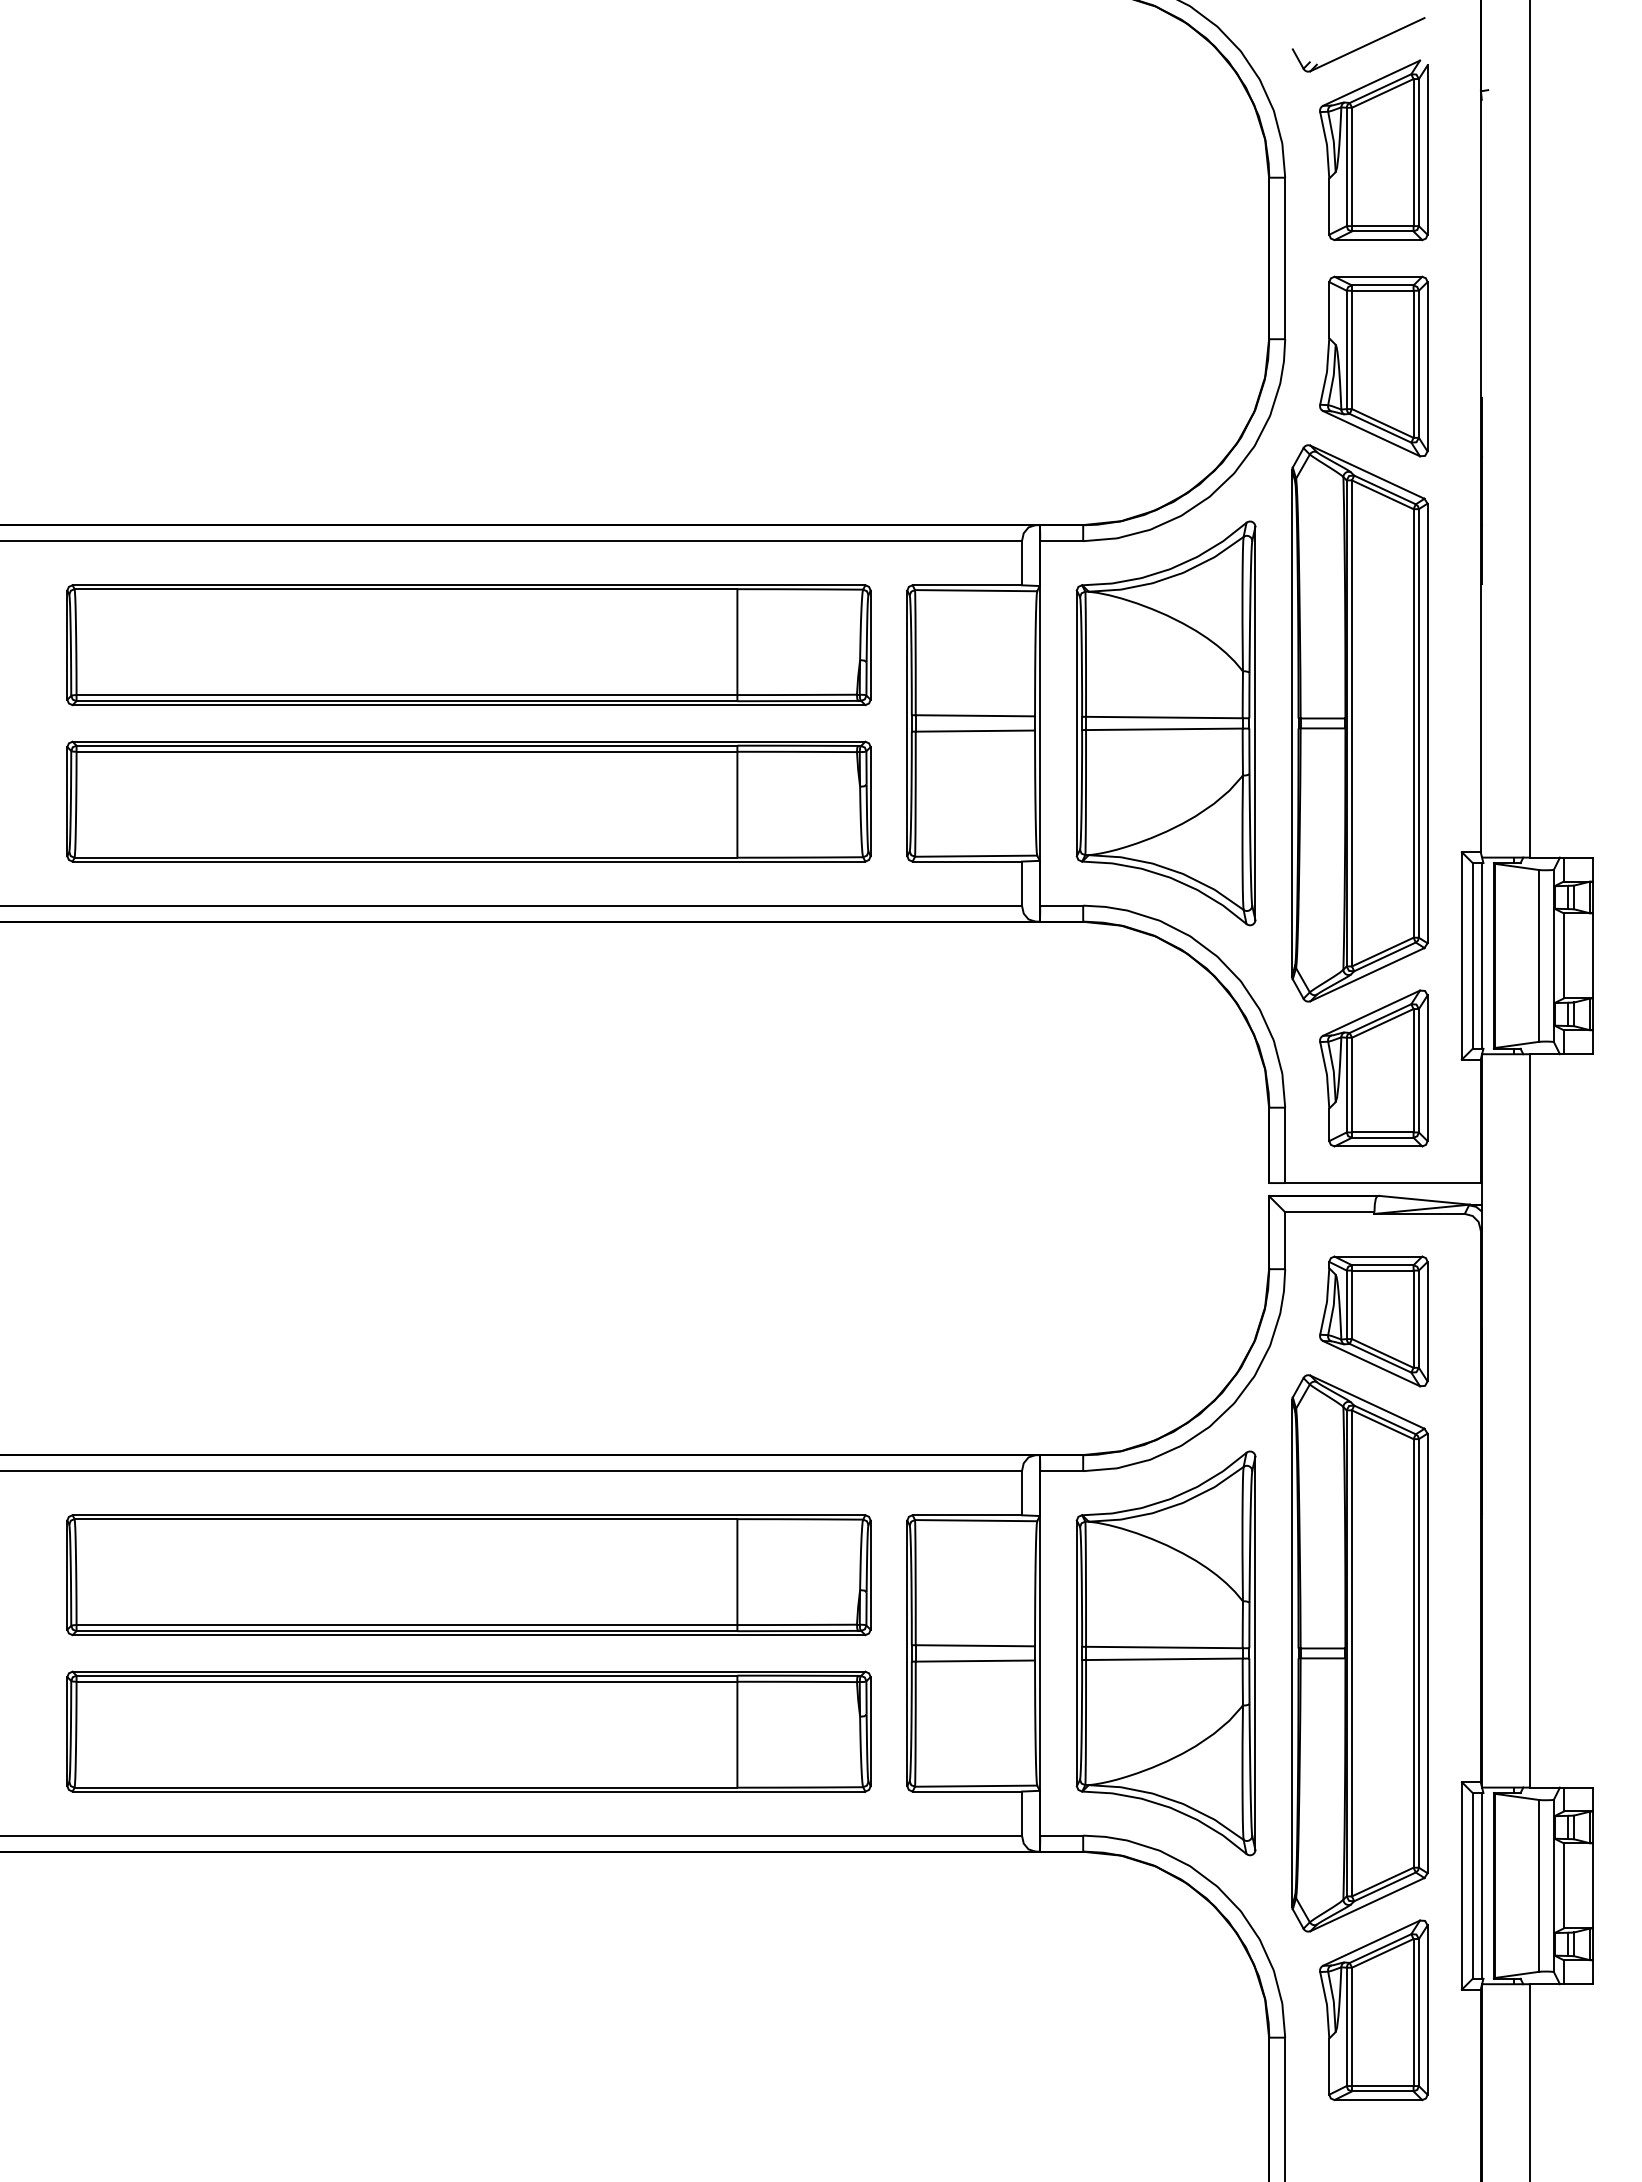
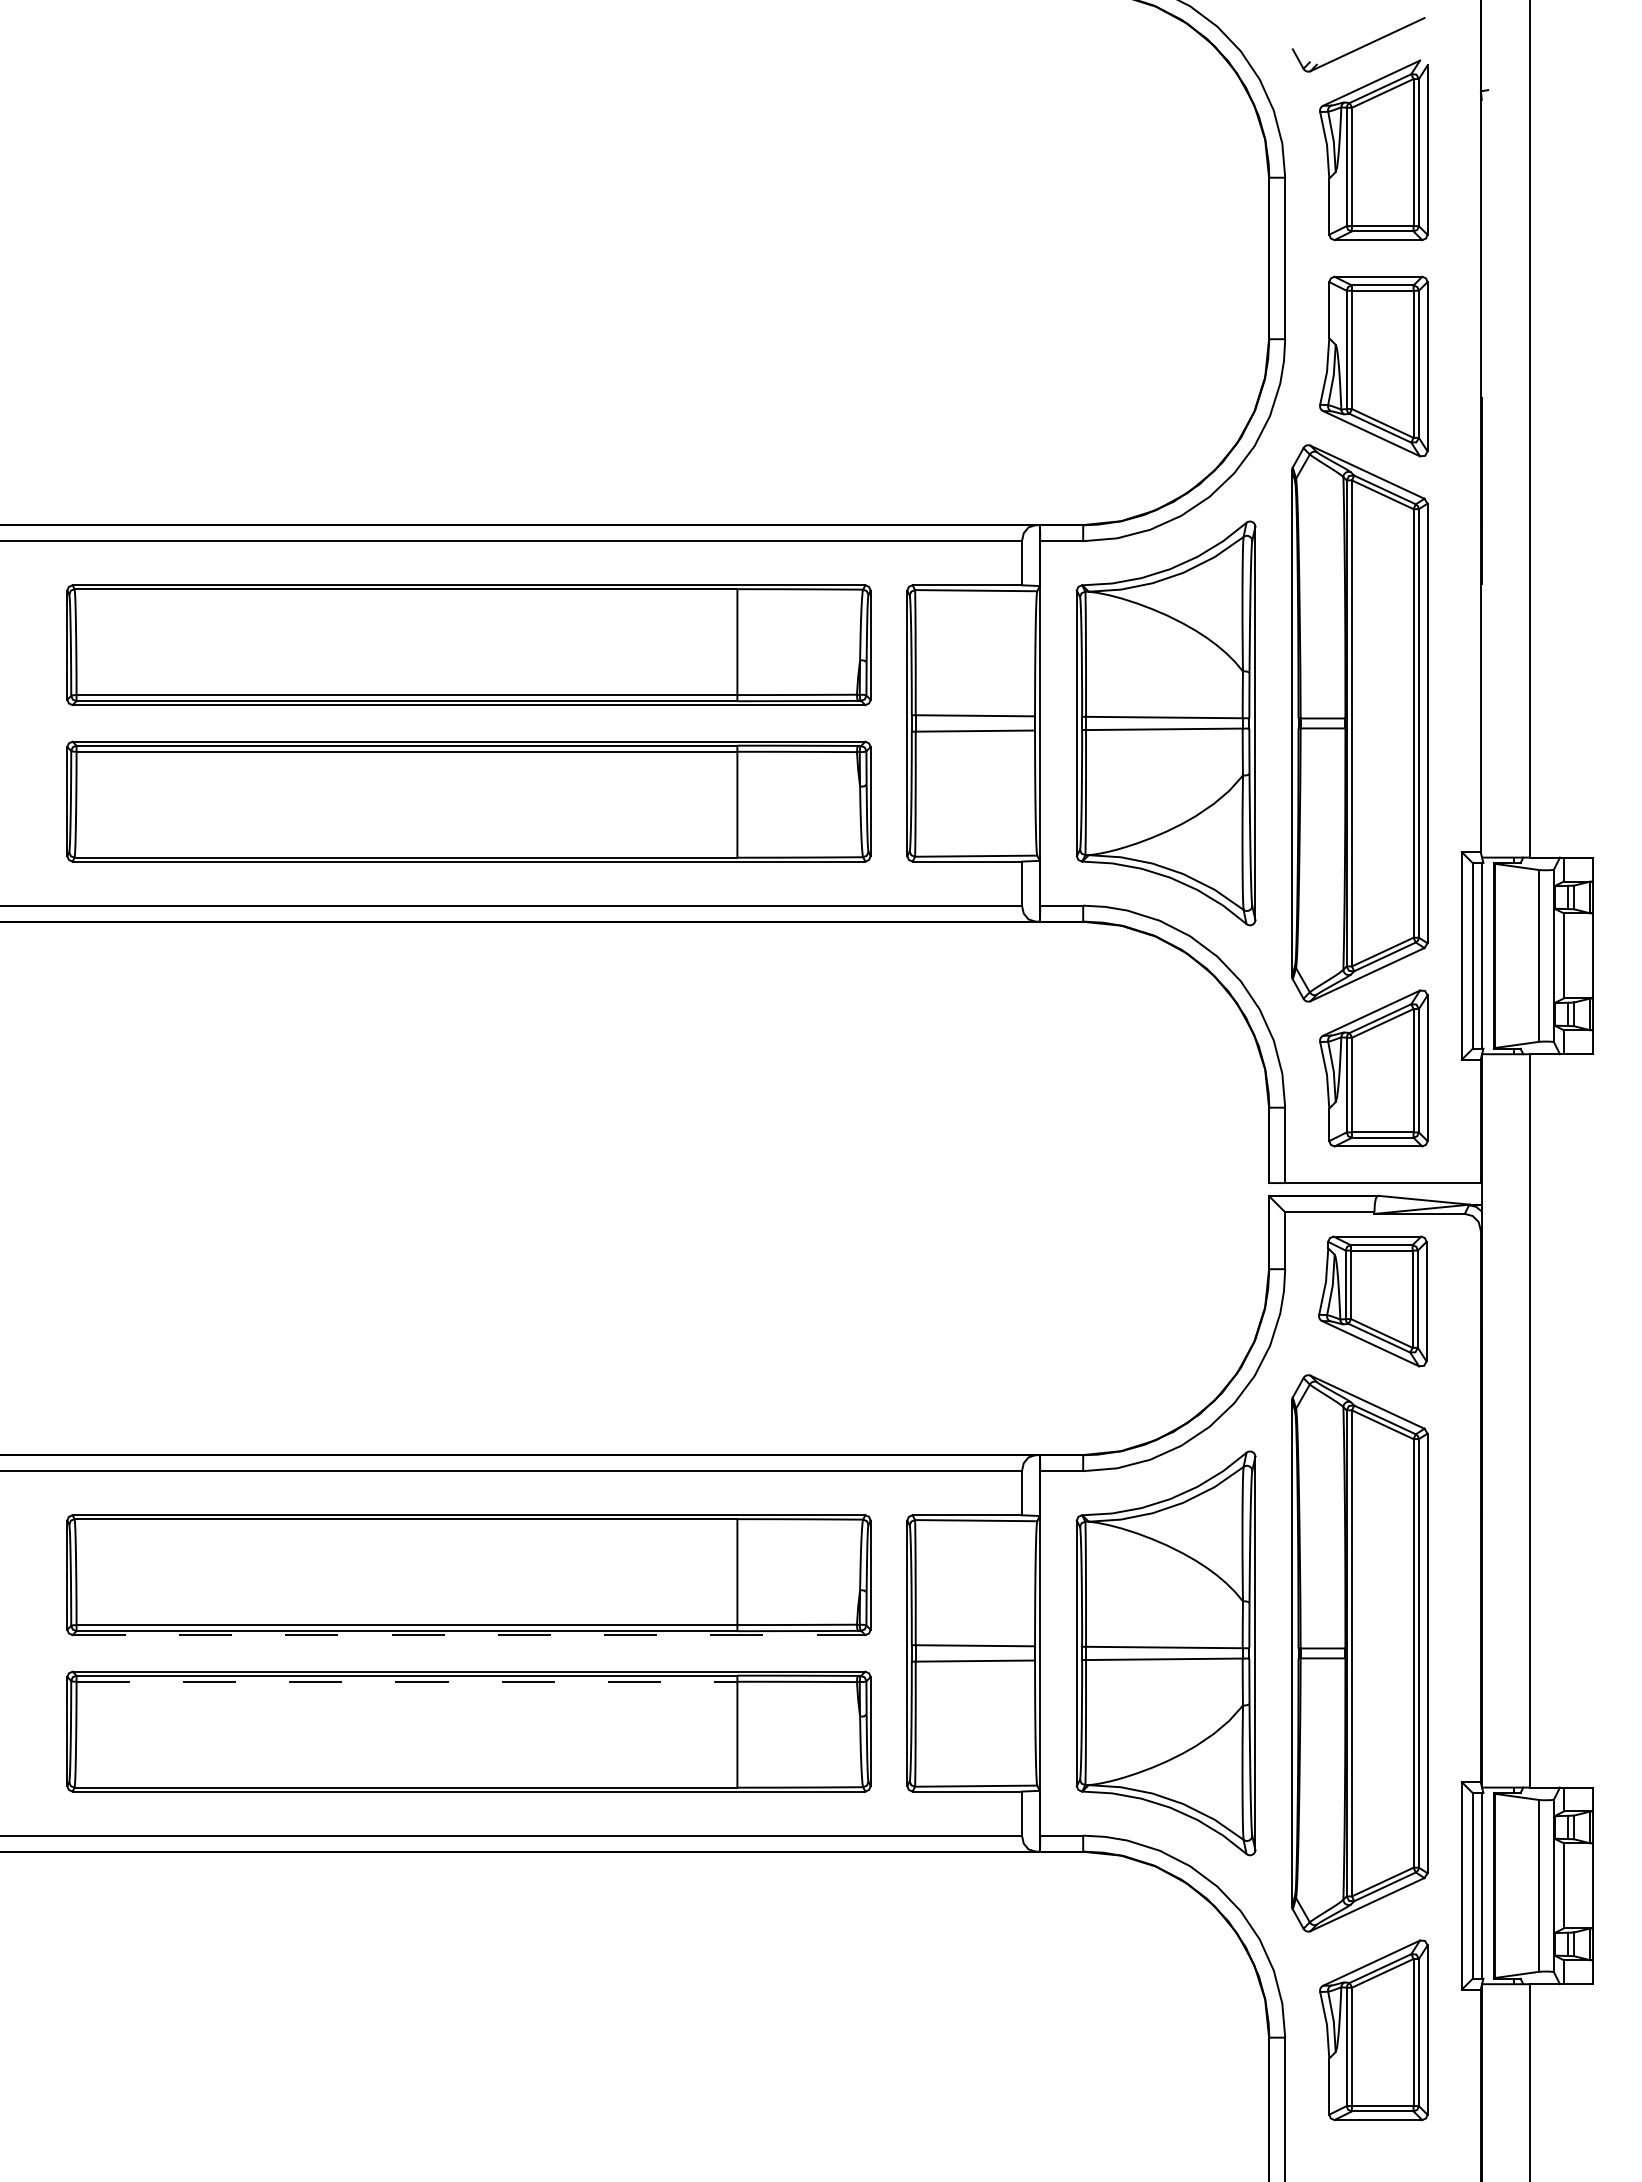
part at (1373, 1321) position: (1373, 1321) -> (1372, 1301)
line at (469, 1635): solid -> dashed
line at (407, 1681): solid -> dashed
part at (1373, 2010) position: (1373, 2010) -> (1373, 2030)
